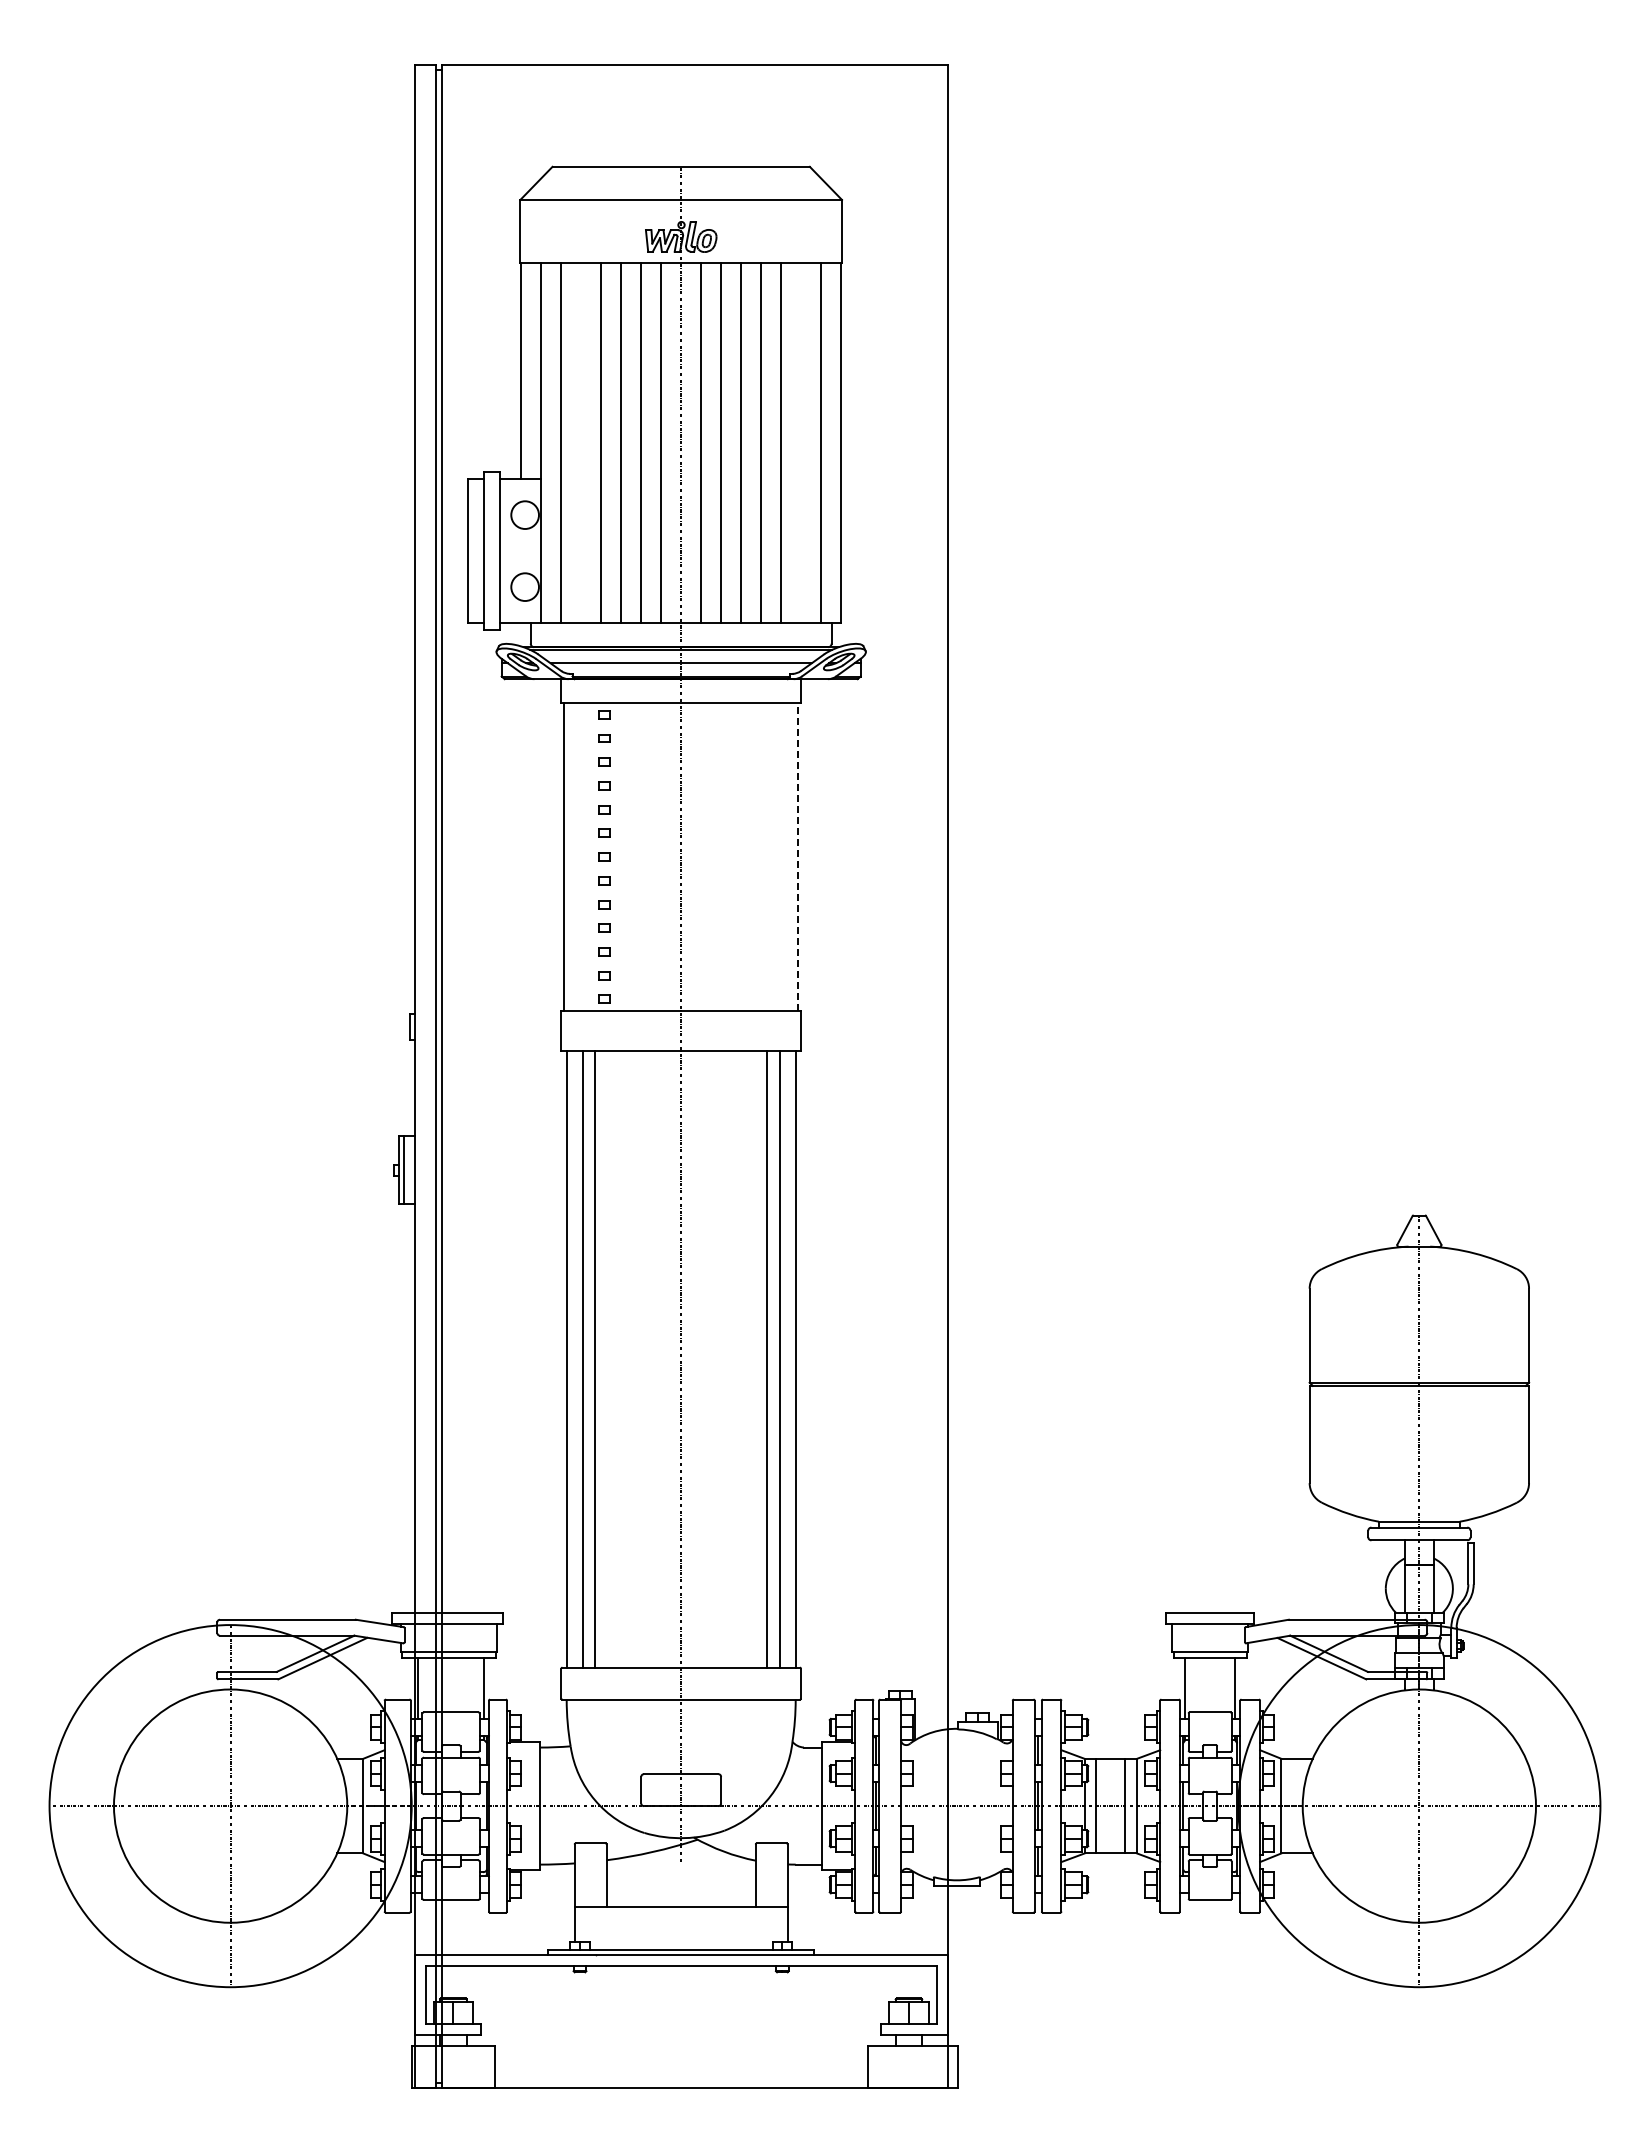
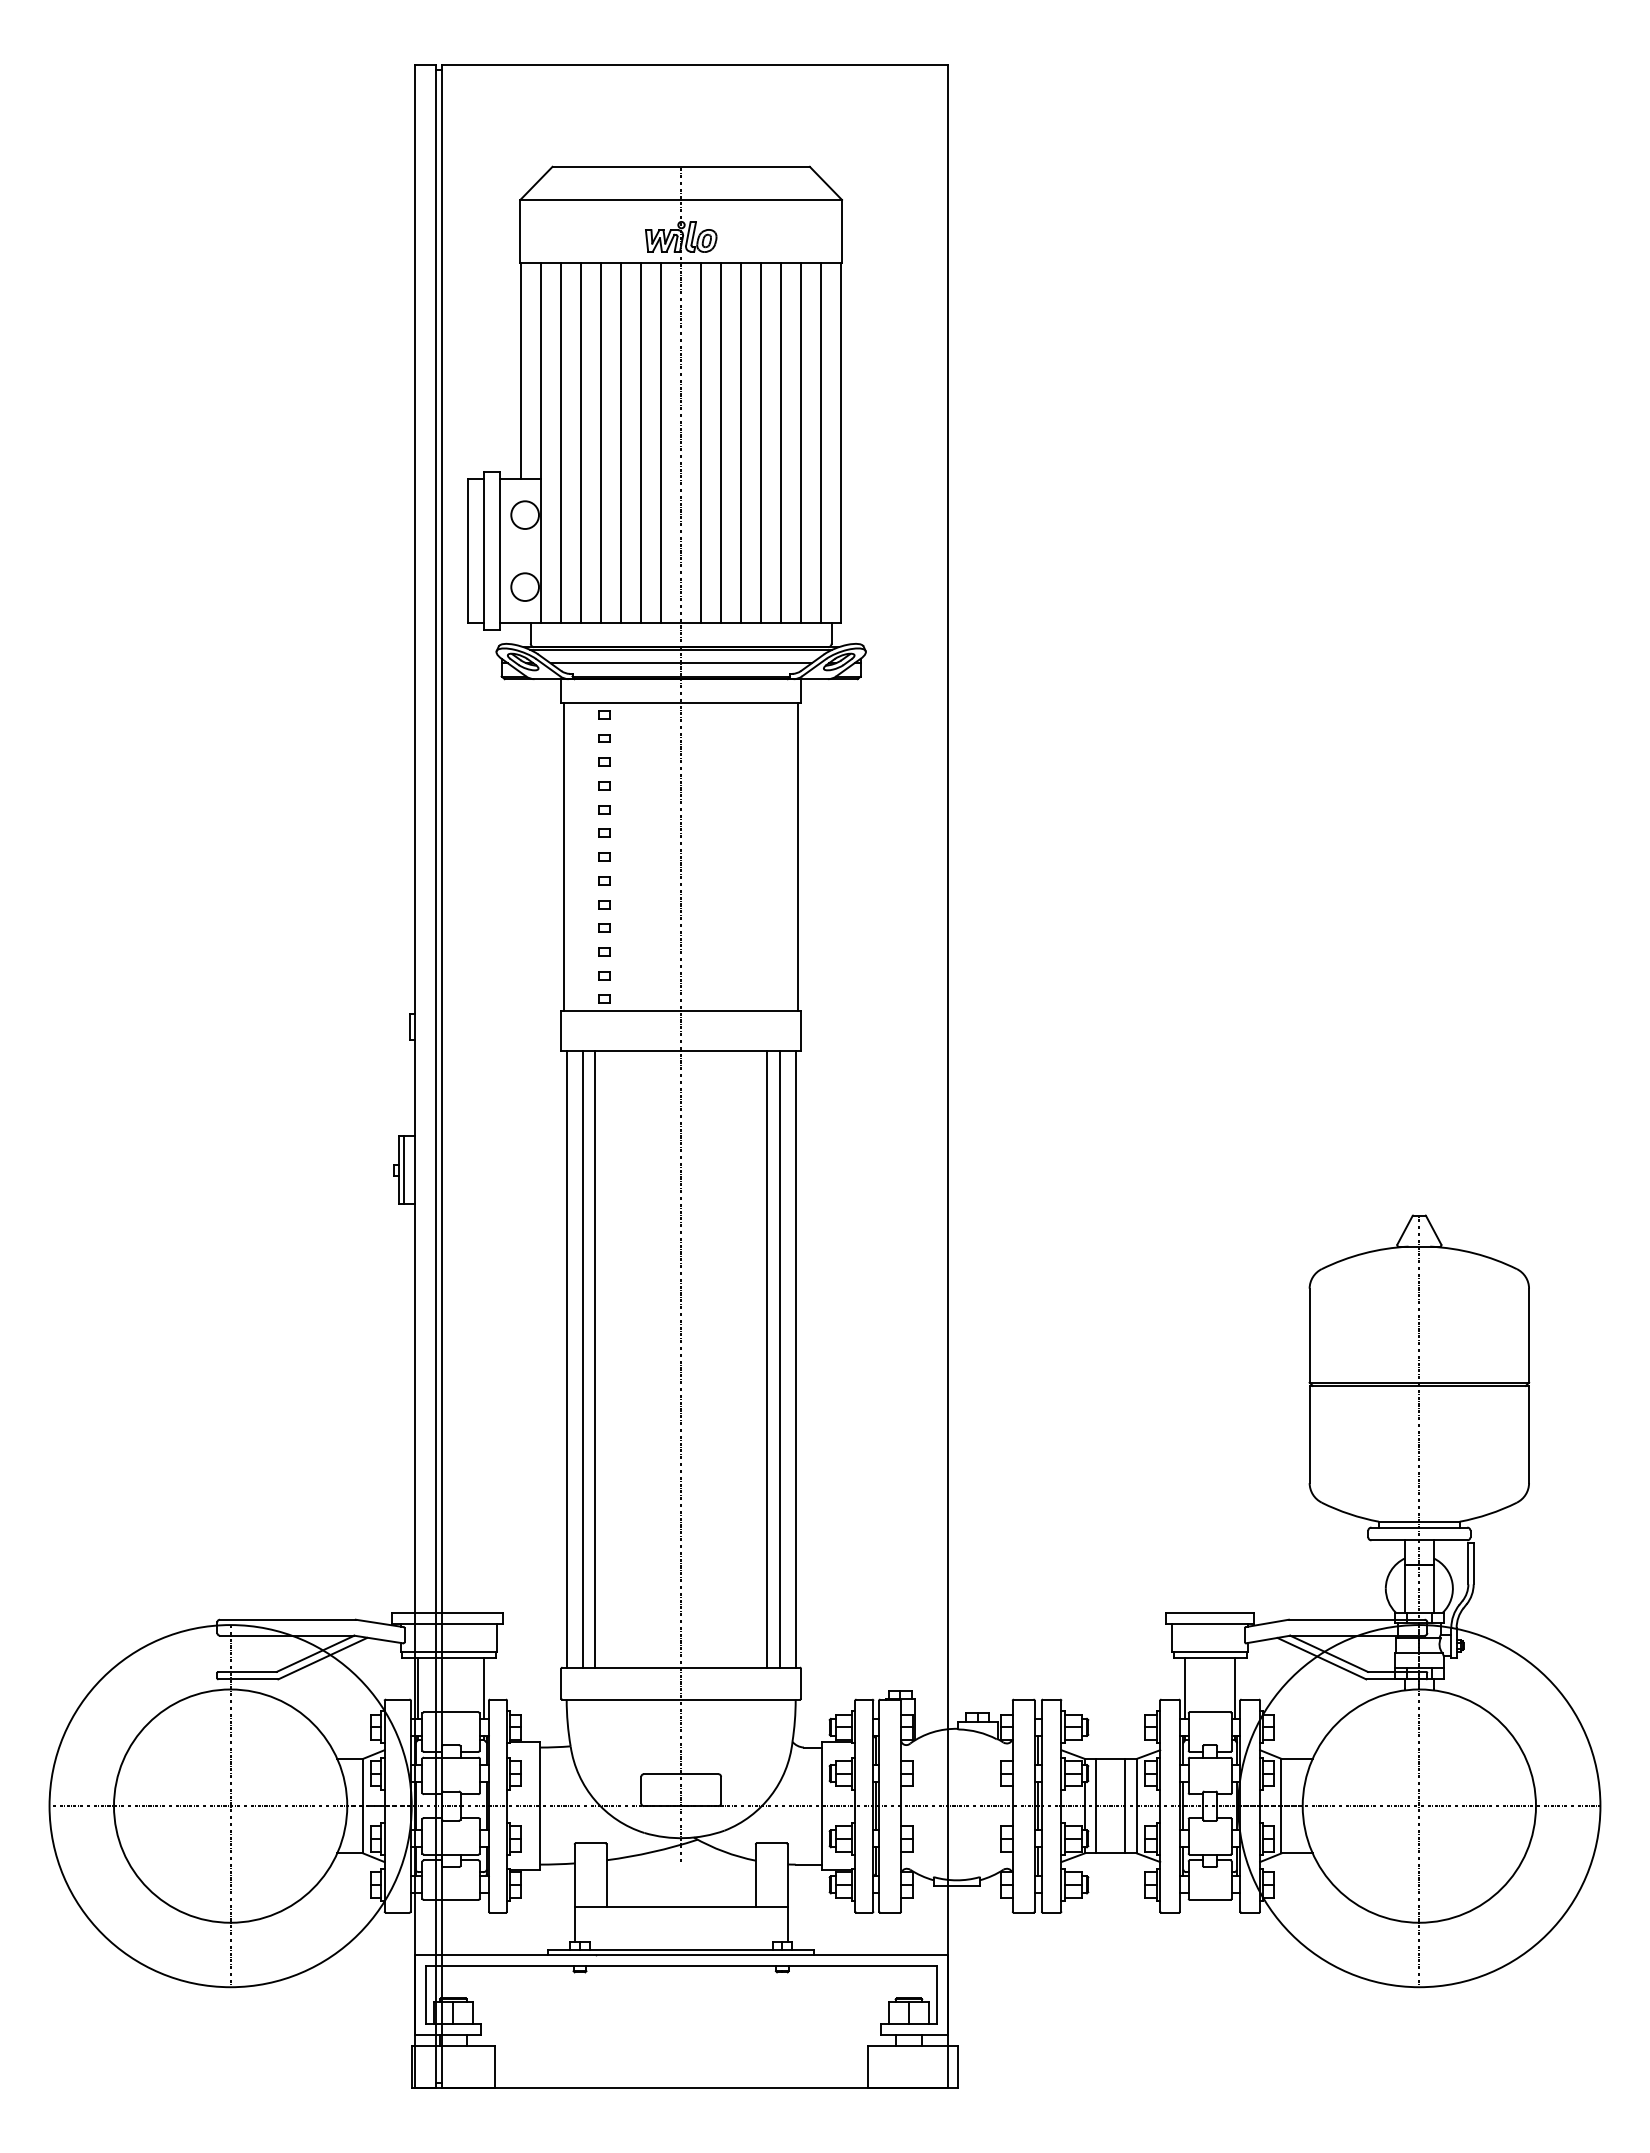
line at (581, 442): none -> present
line at (801, 442): none -> present
line at (798, 856): dashed -> solid
